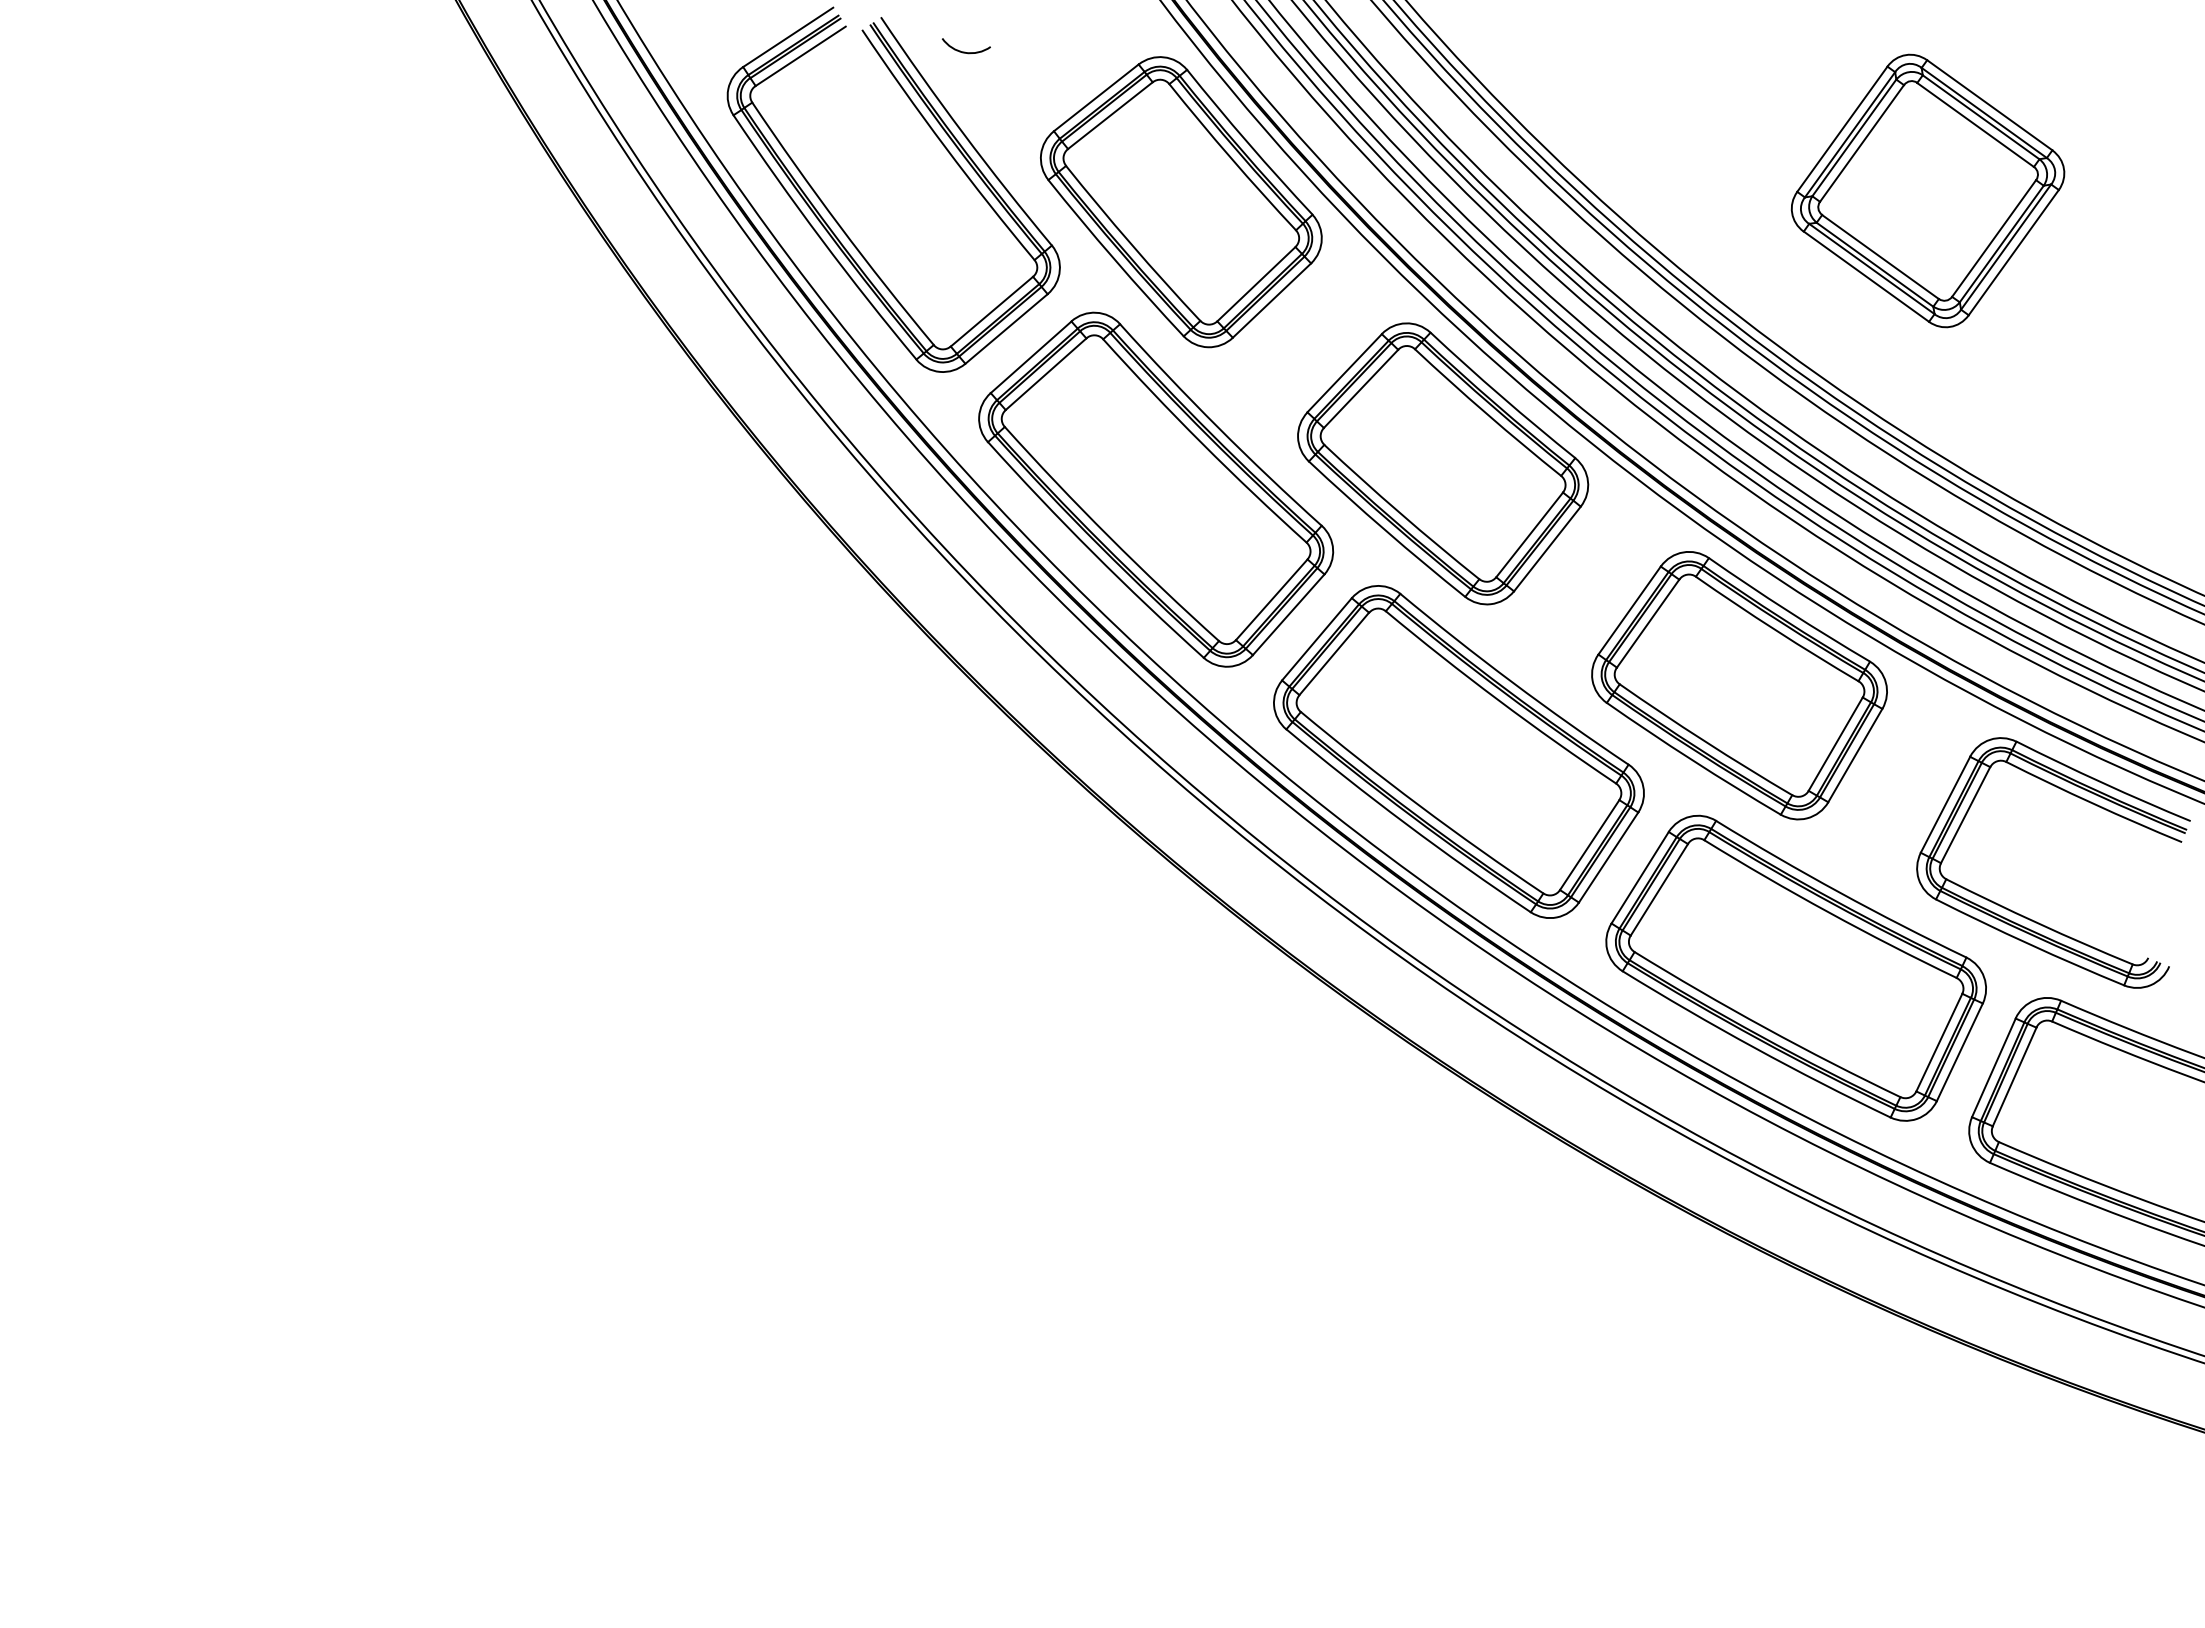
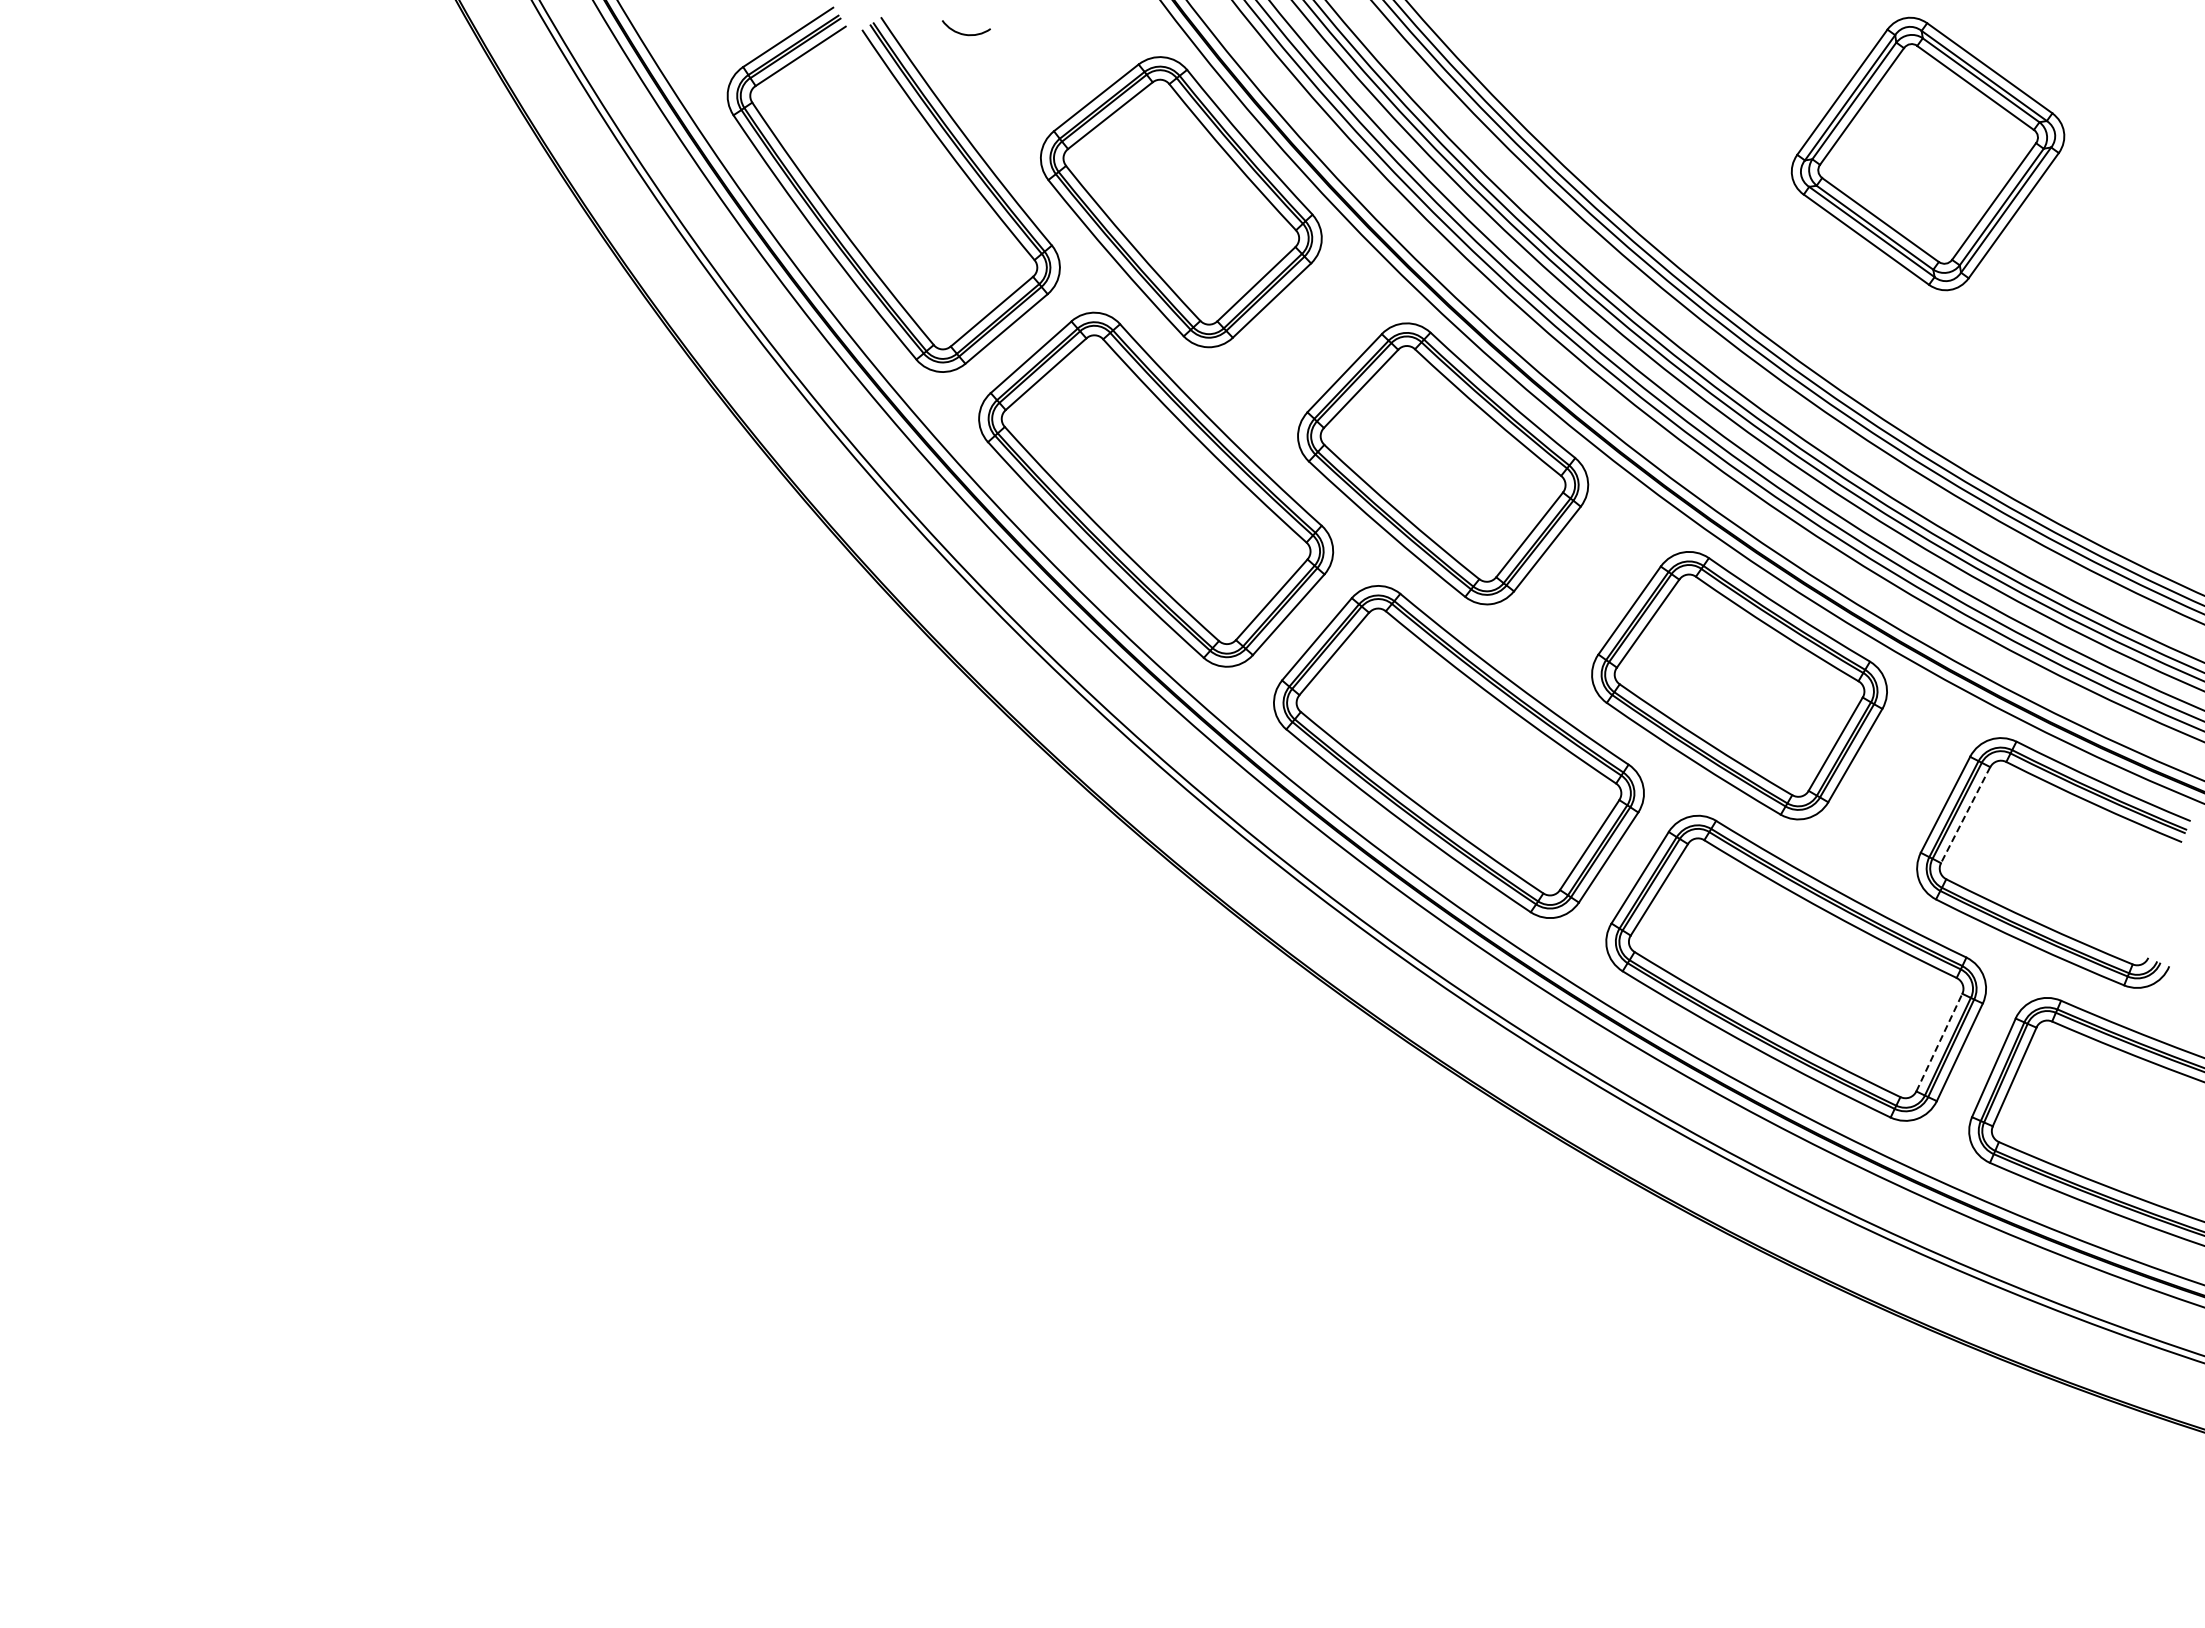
arc at (965, 51) position: (965, 51) -> (965, 33)
part at (1927, 190) position: (1927, 190) -> (1927, 153)
line at (1965, 815): solid -> dashed
line at (1939, 1042): solid -> dashed
